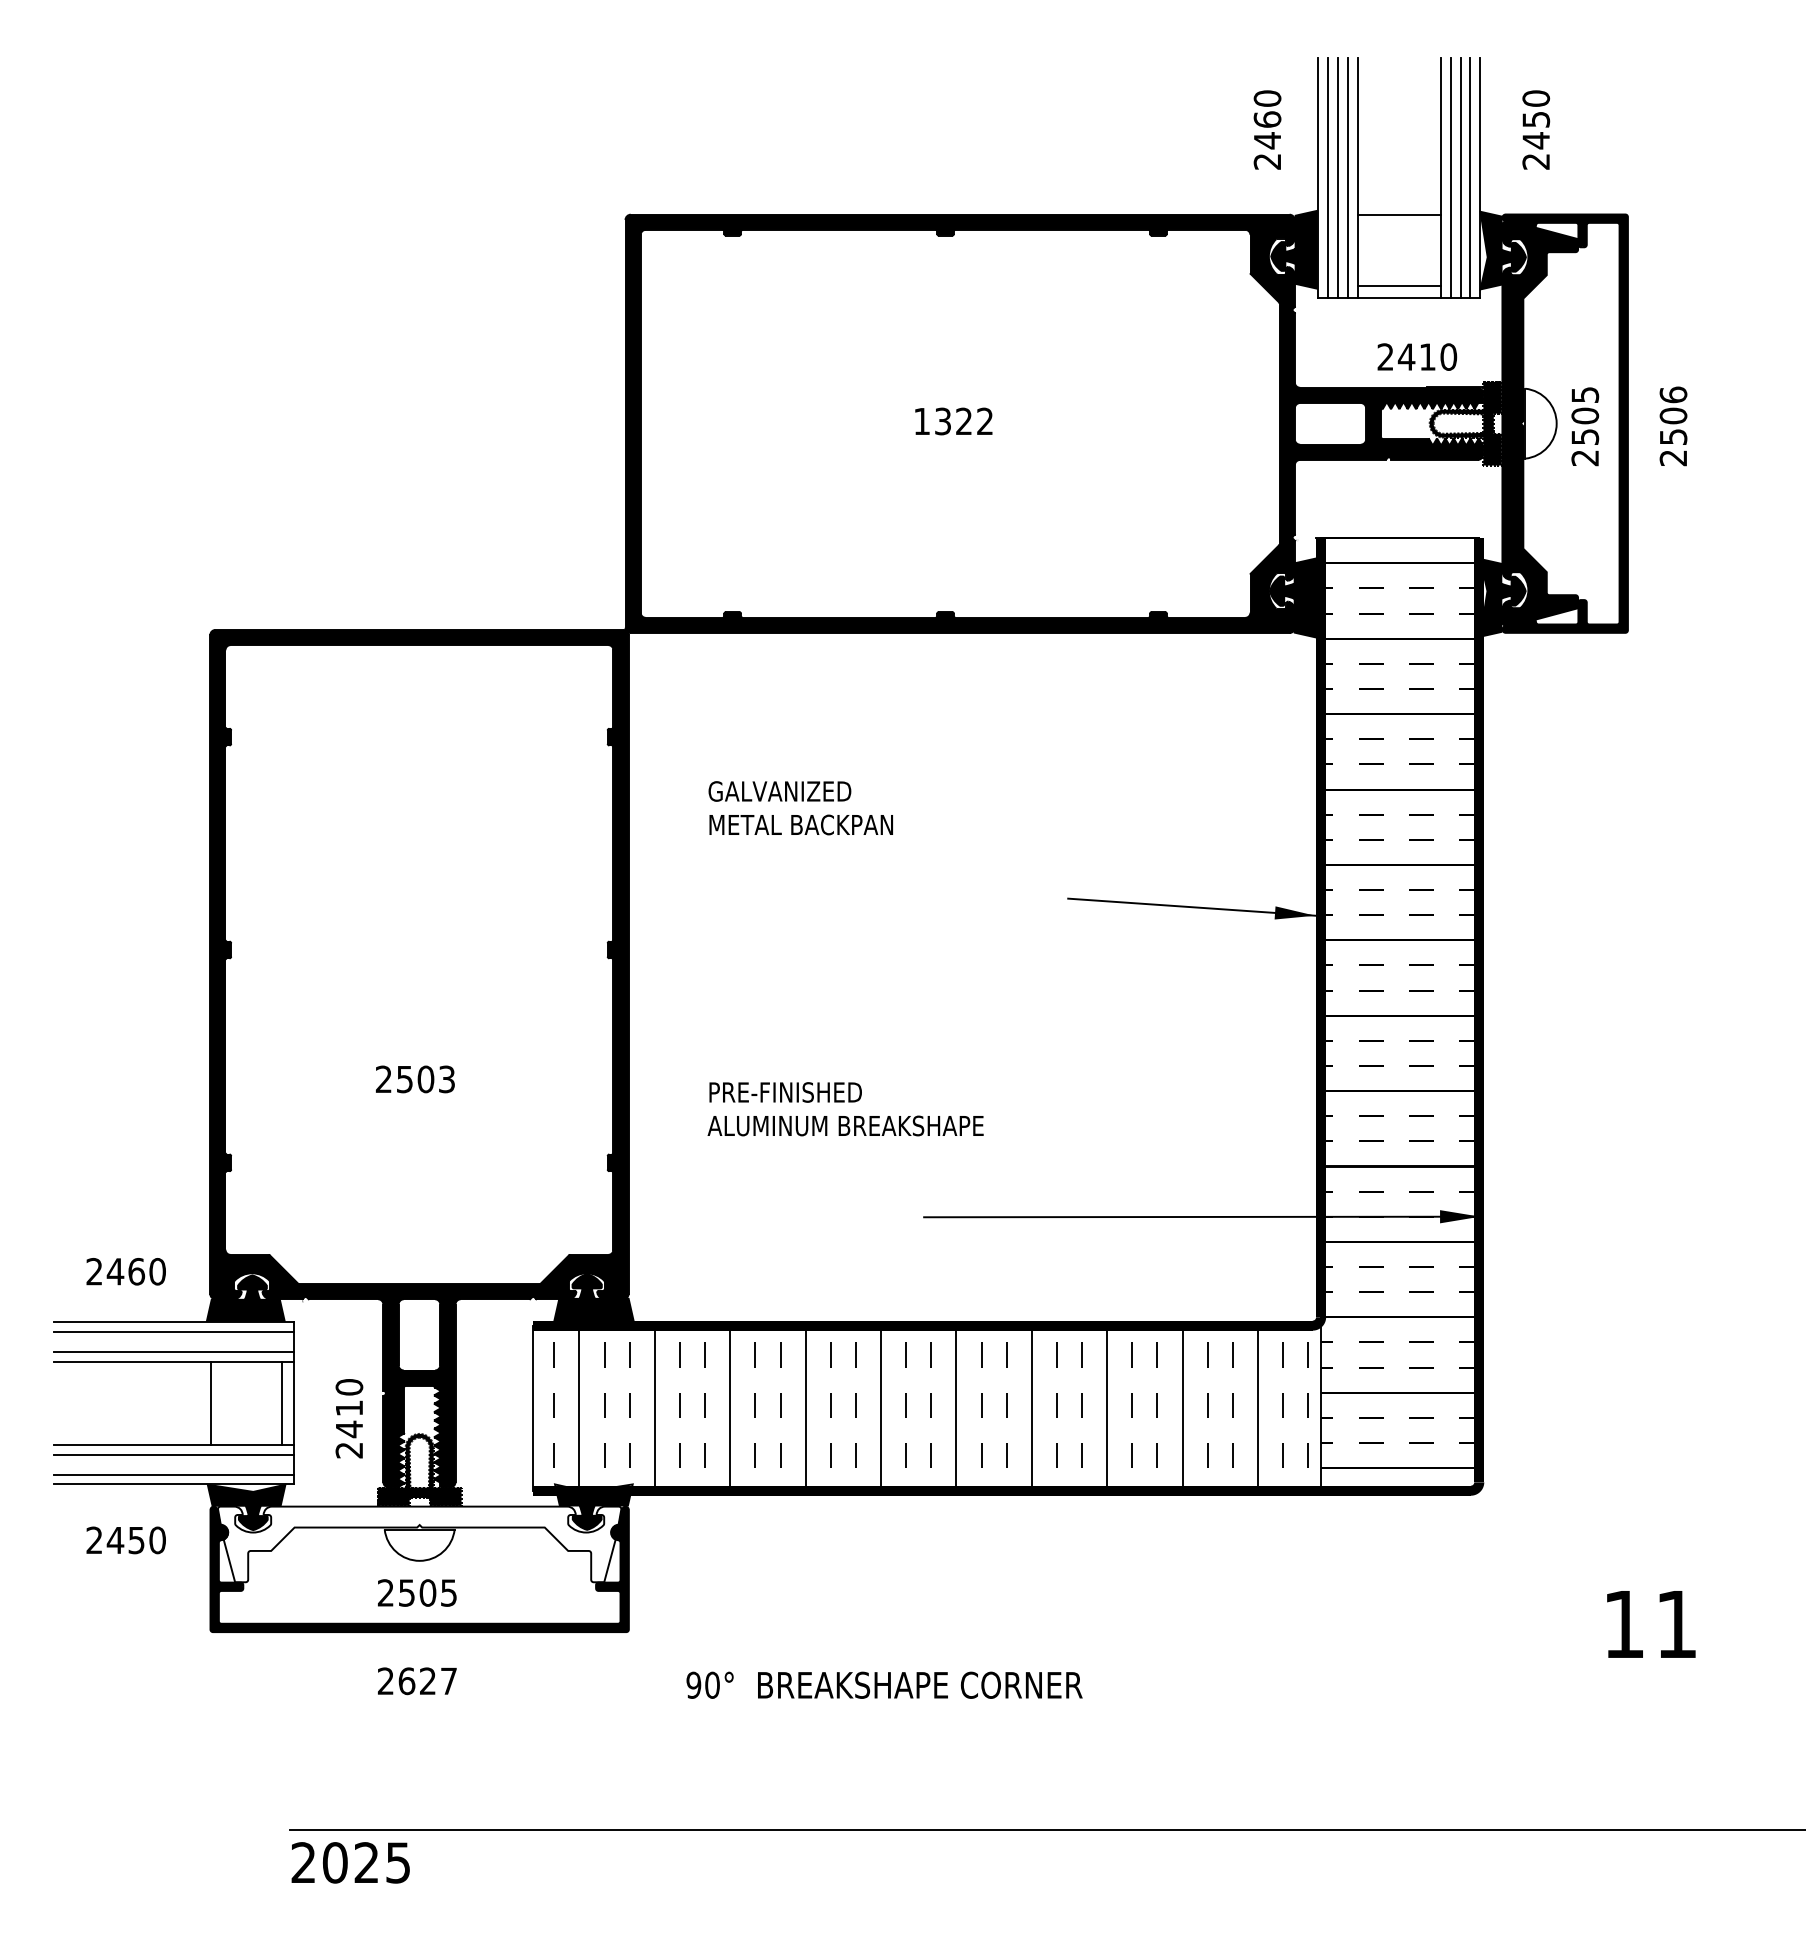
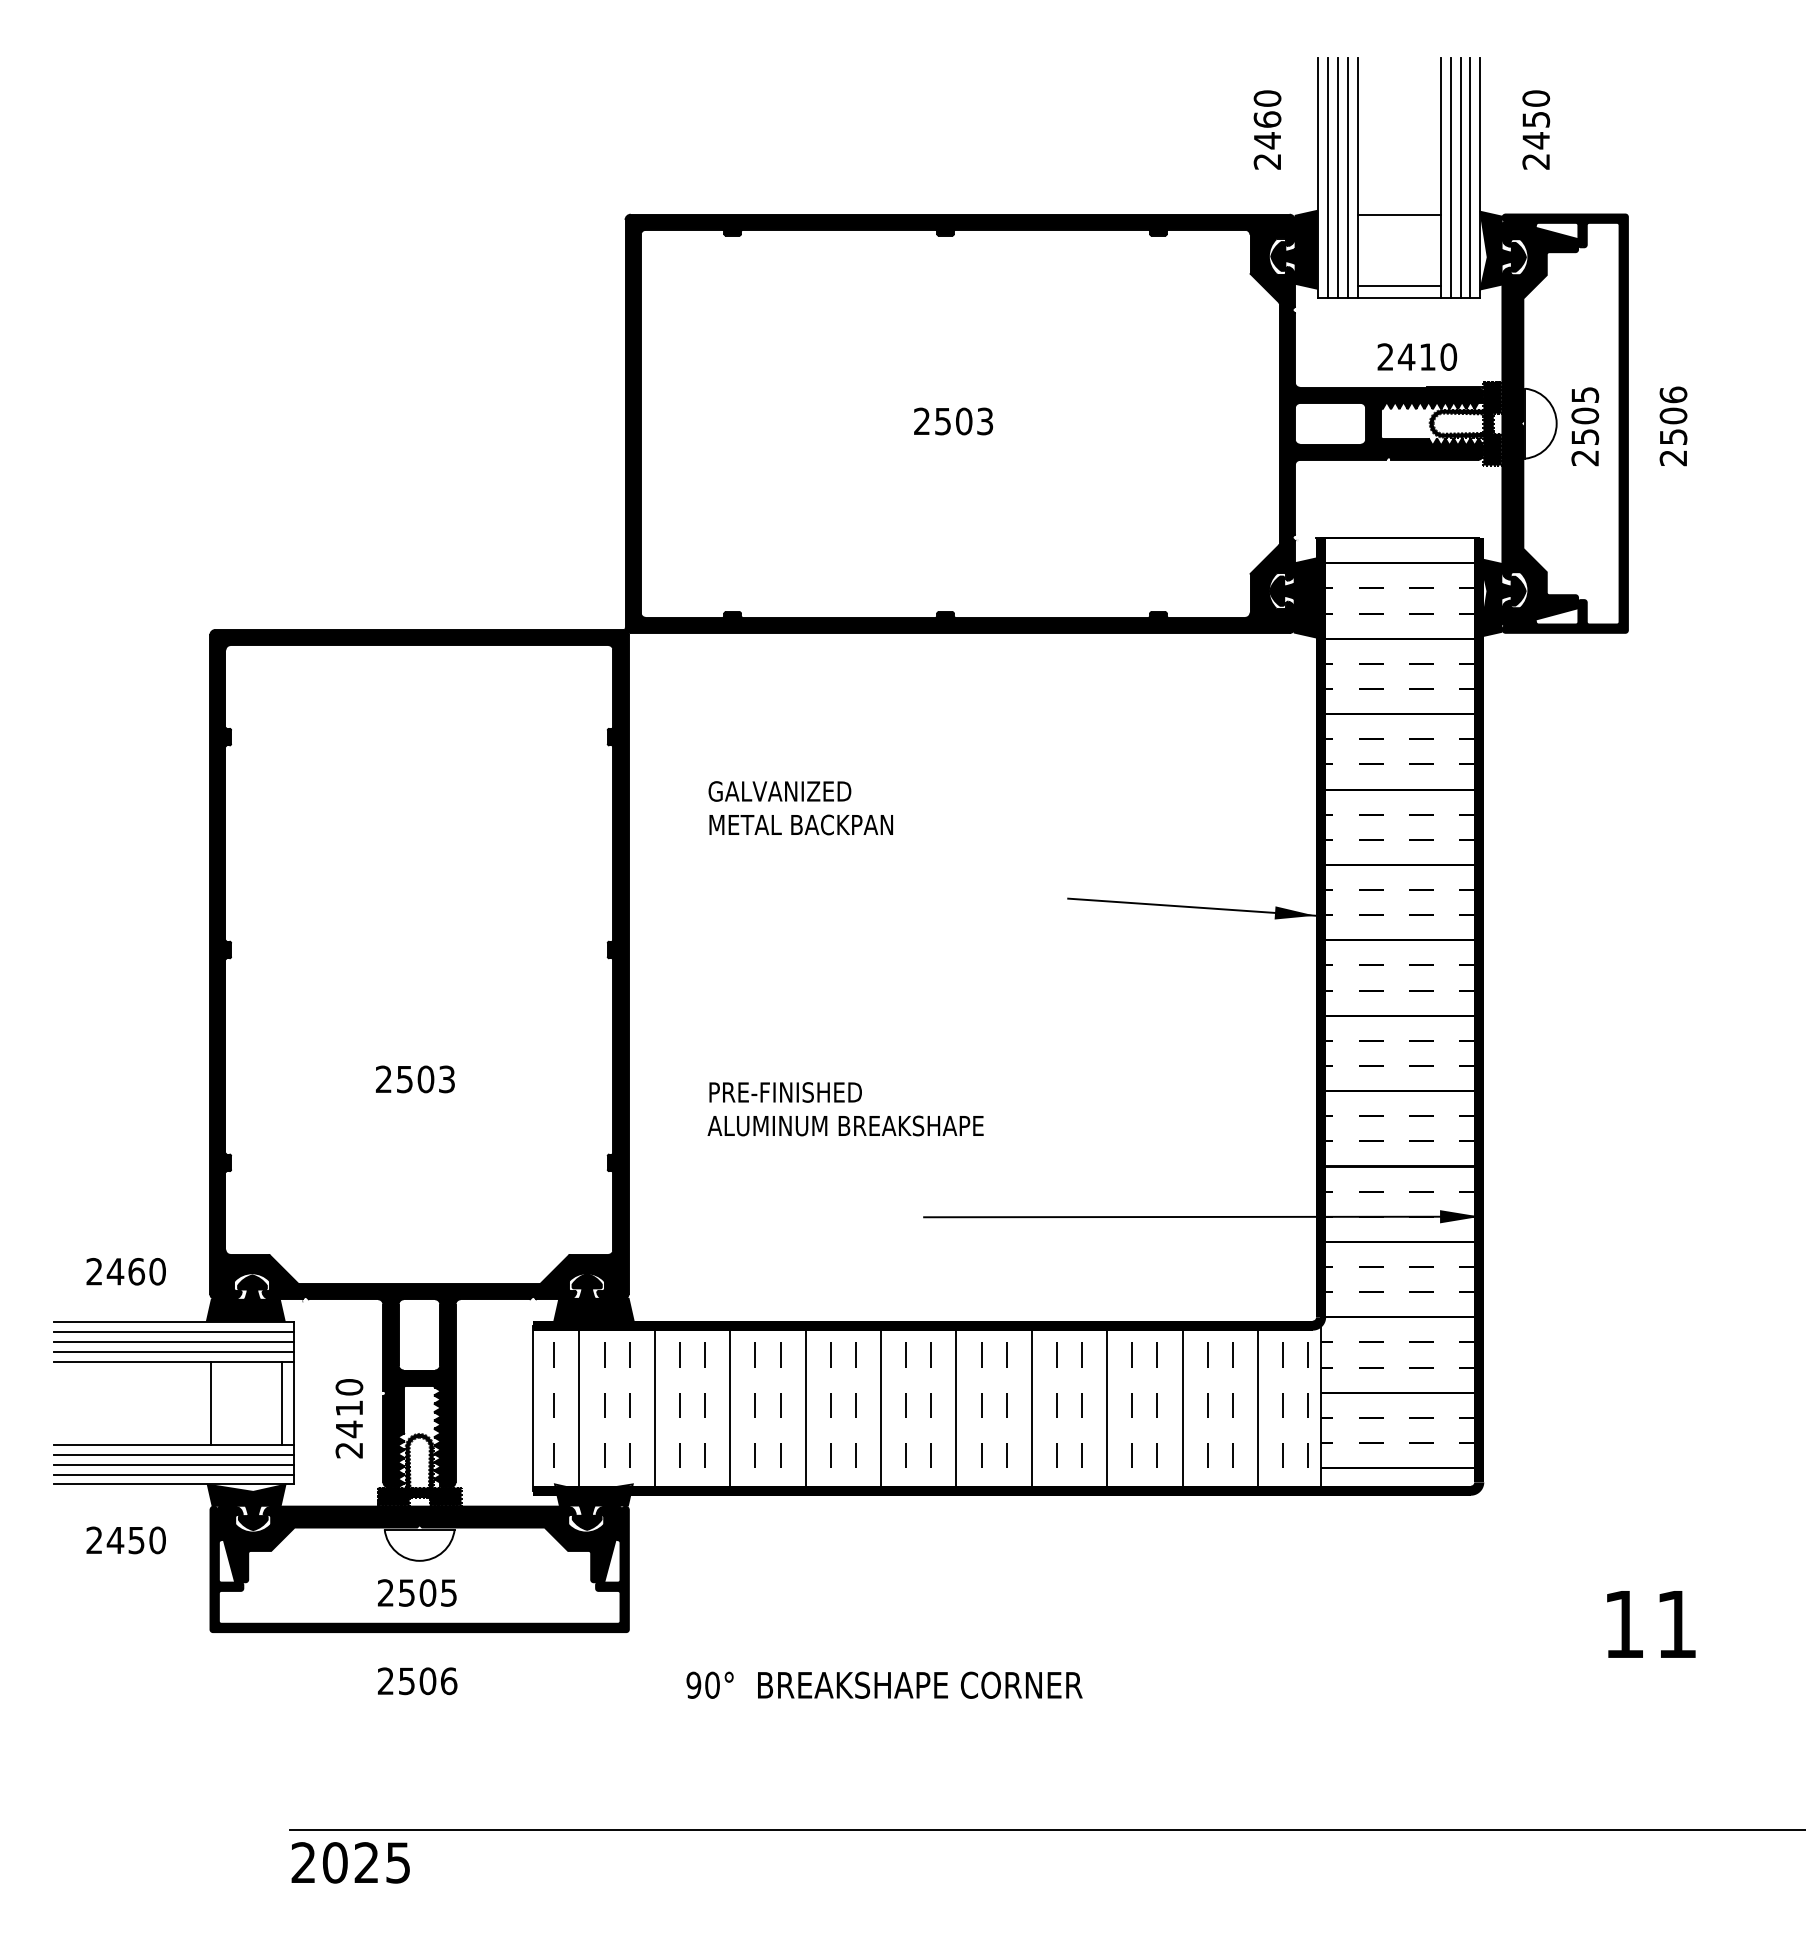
text at (953, 421): 1322 -> 2503
line at (174, 1341): none -> present
line at (174, 1464): none -> present
fill at (419, 1544): none -> present
text at (427, 1681): 2627 -> 2506
